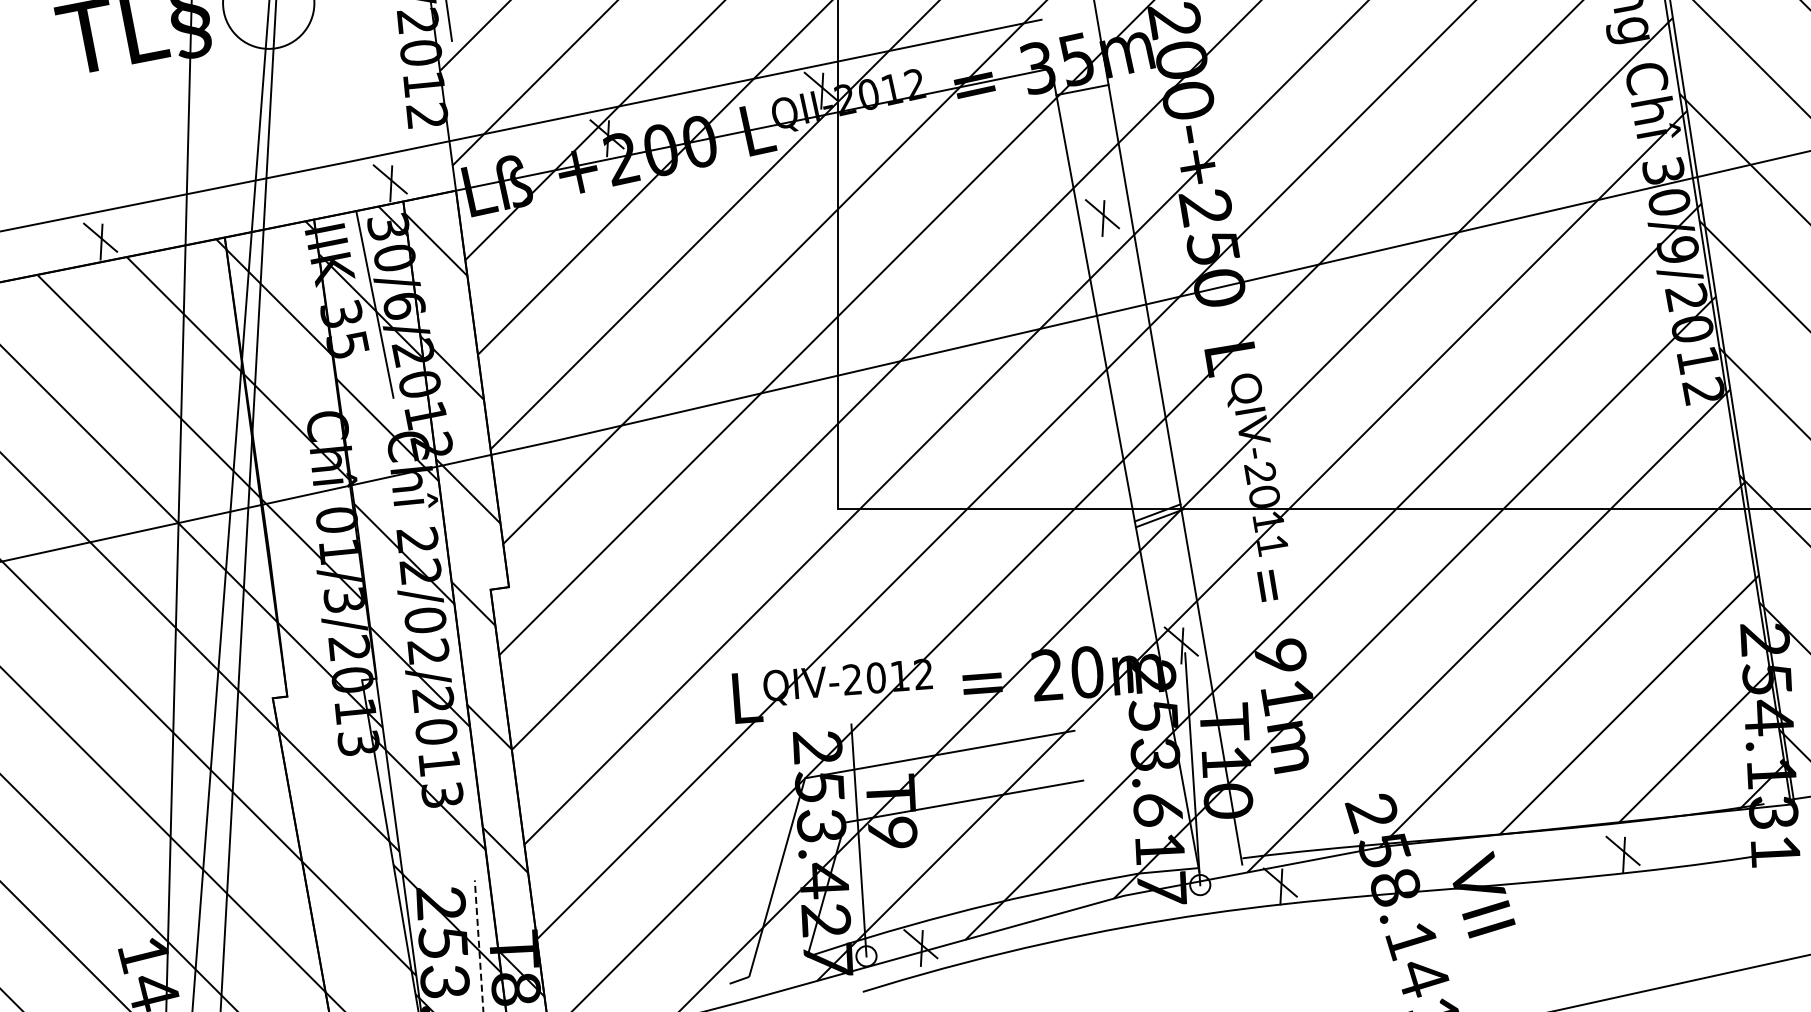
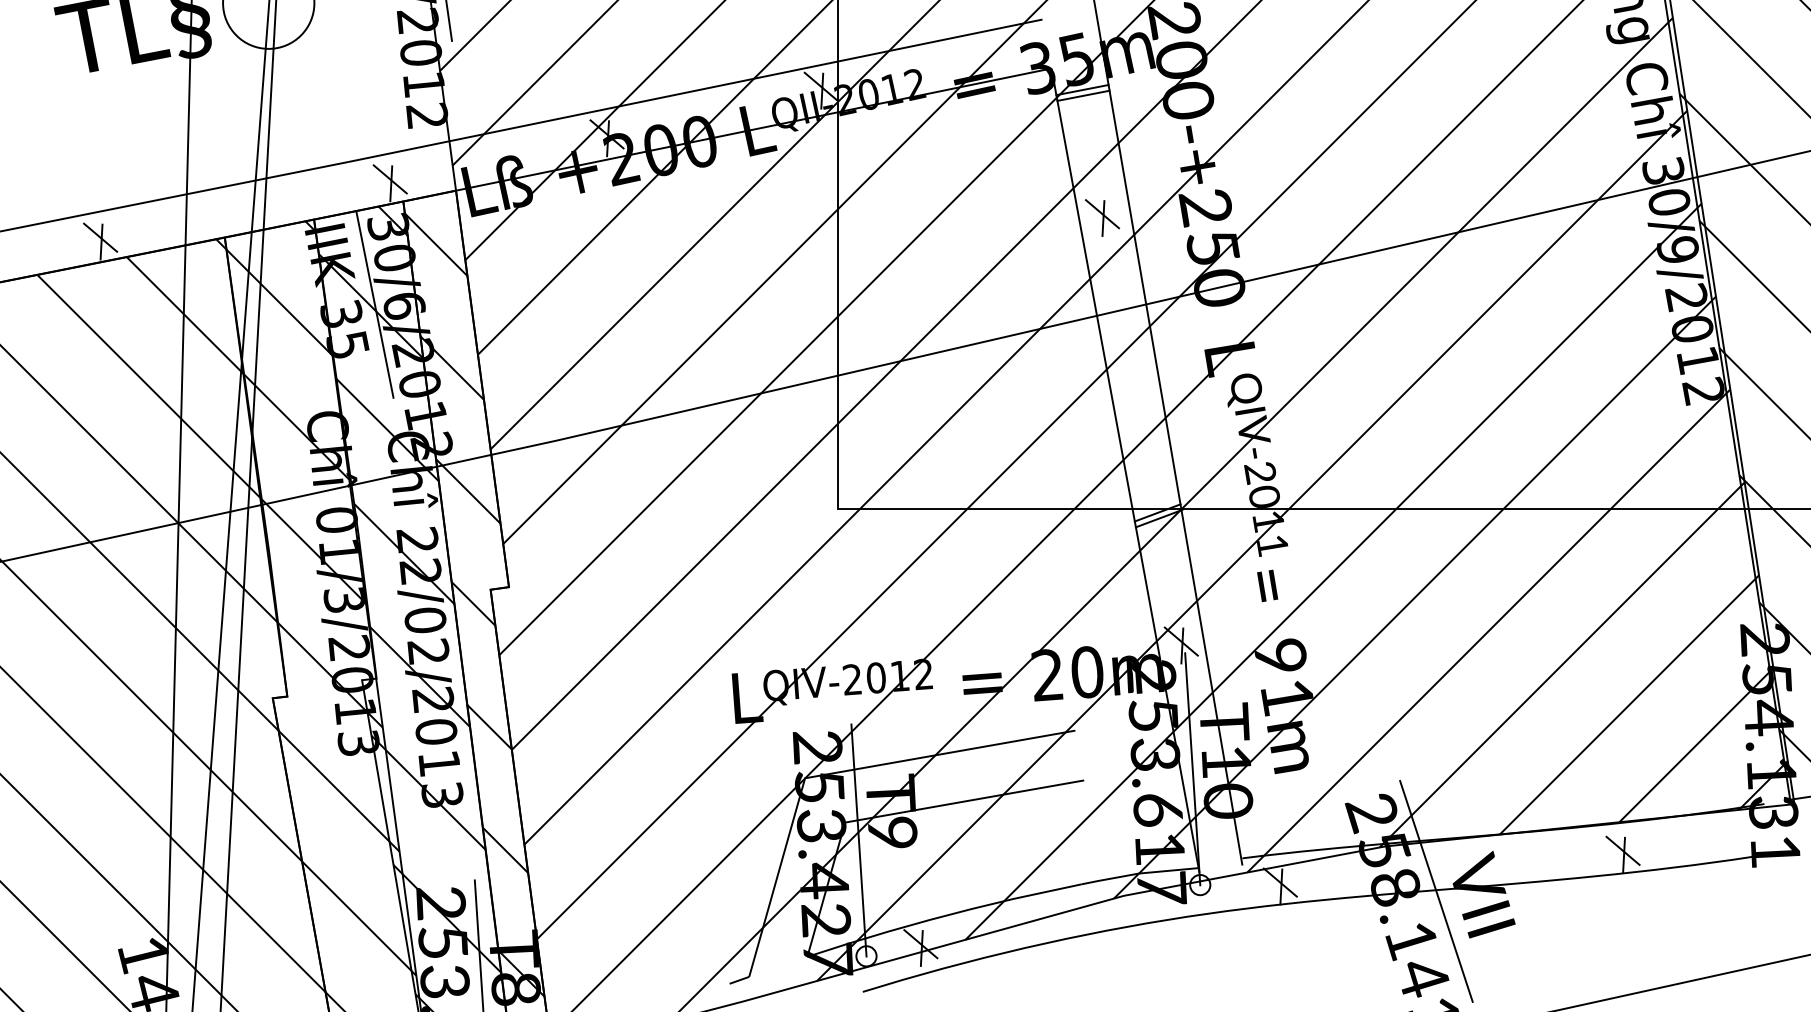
line at (1083, 95): none -> present
line at (1436, 890): none -> present
line at (479, 946): dashed -> solid
